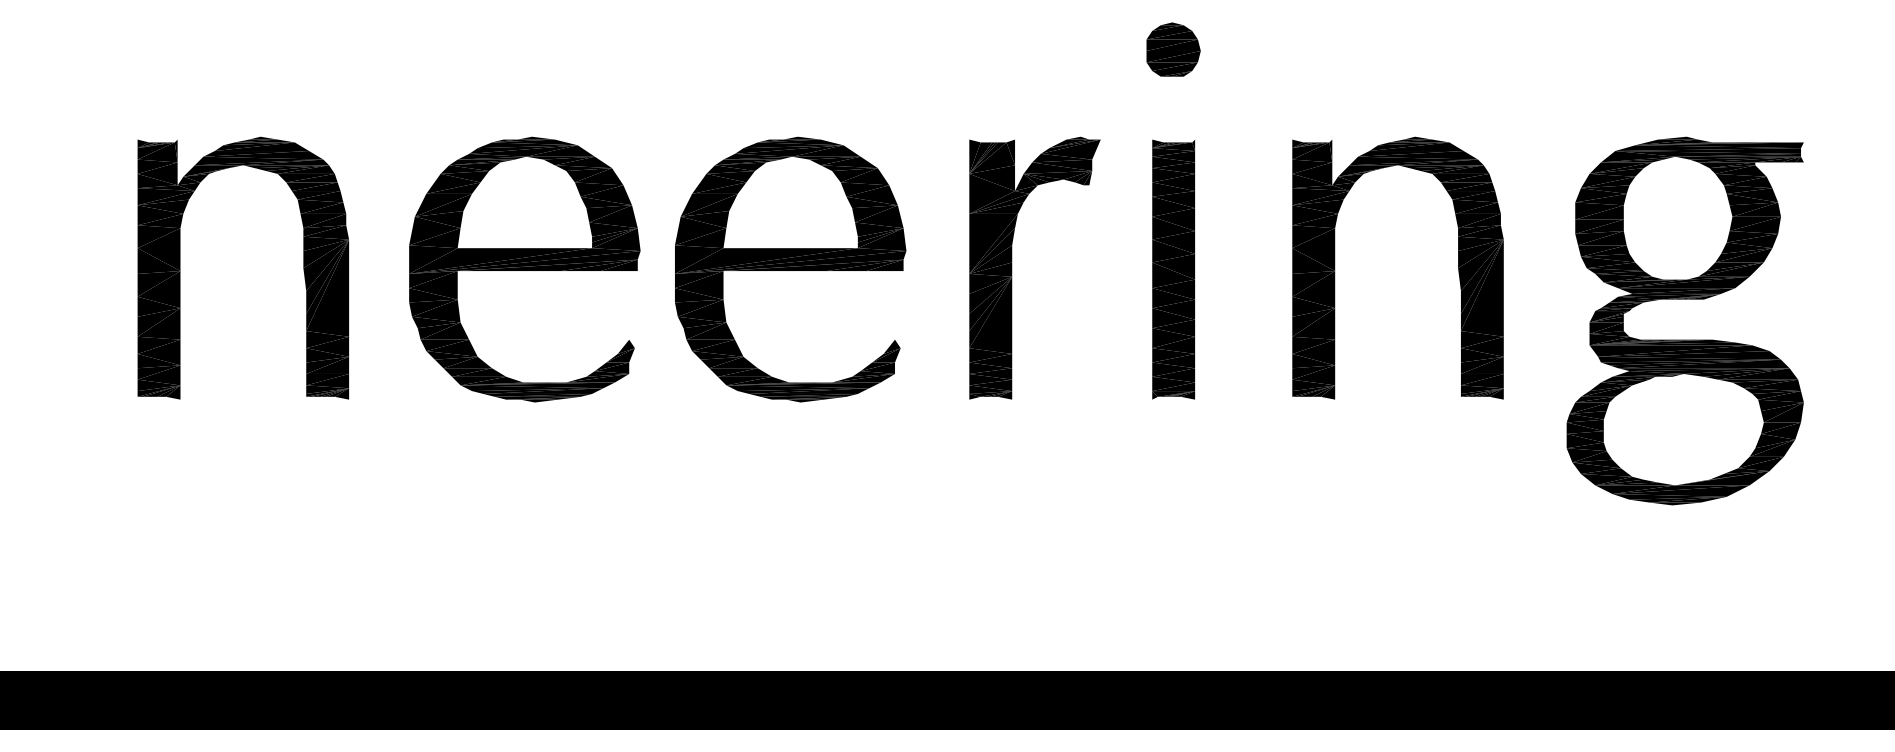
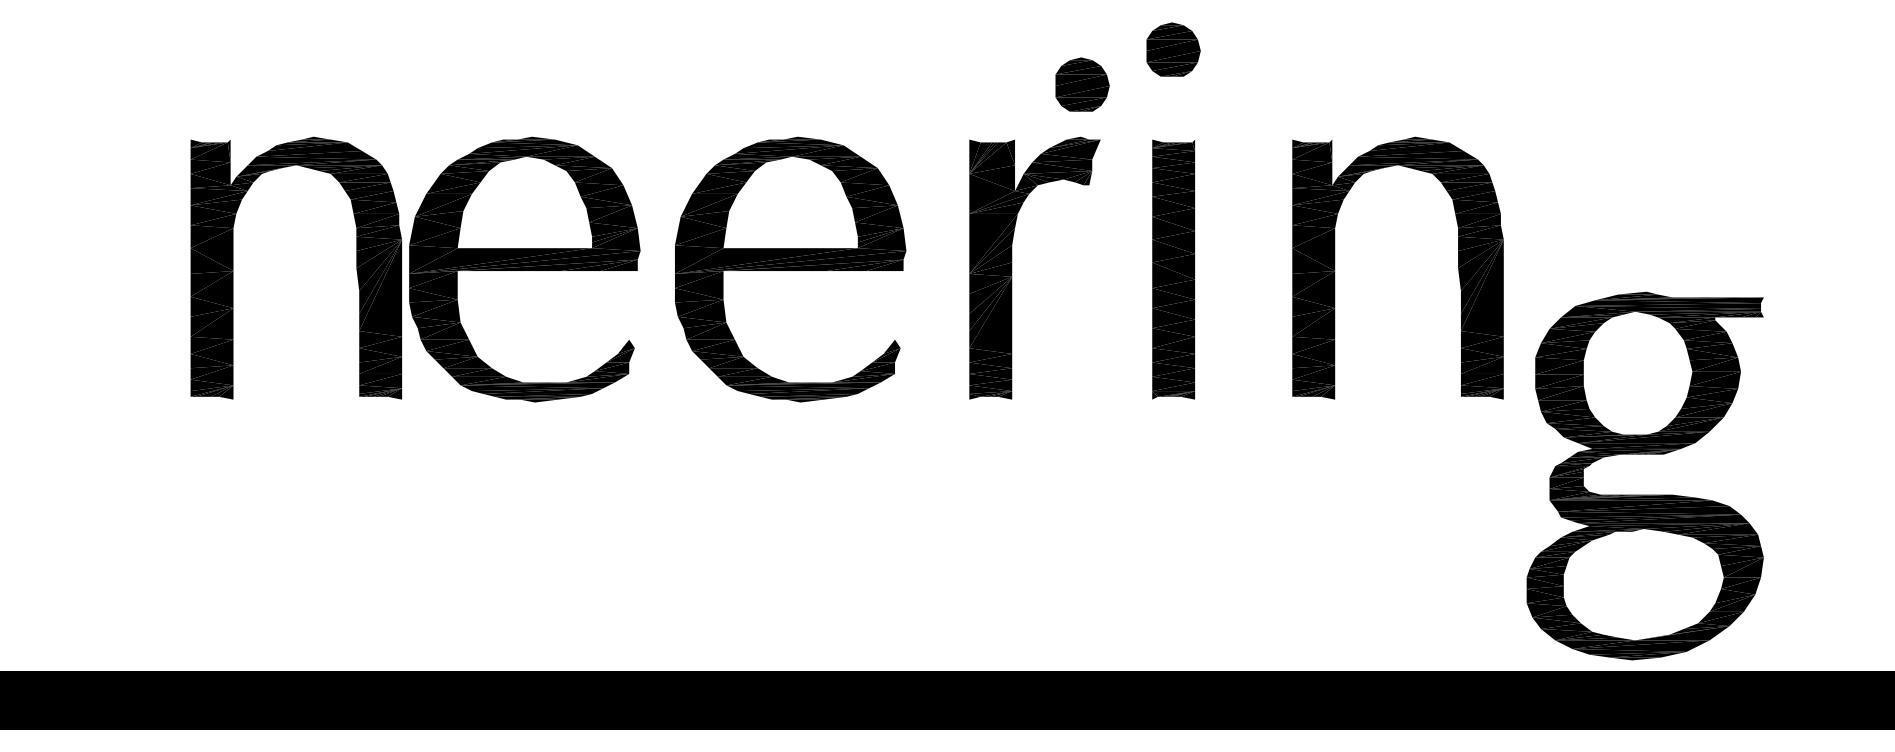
part at (1082, 84): none -> present
part at (303, 267) position: (303, 267) -> (356, 267)
part at (1684, 339) position: (1684, 339) -> (1644, 494)
